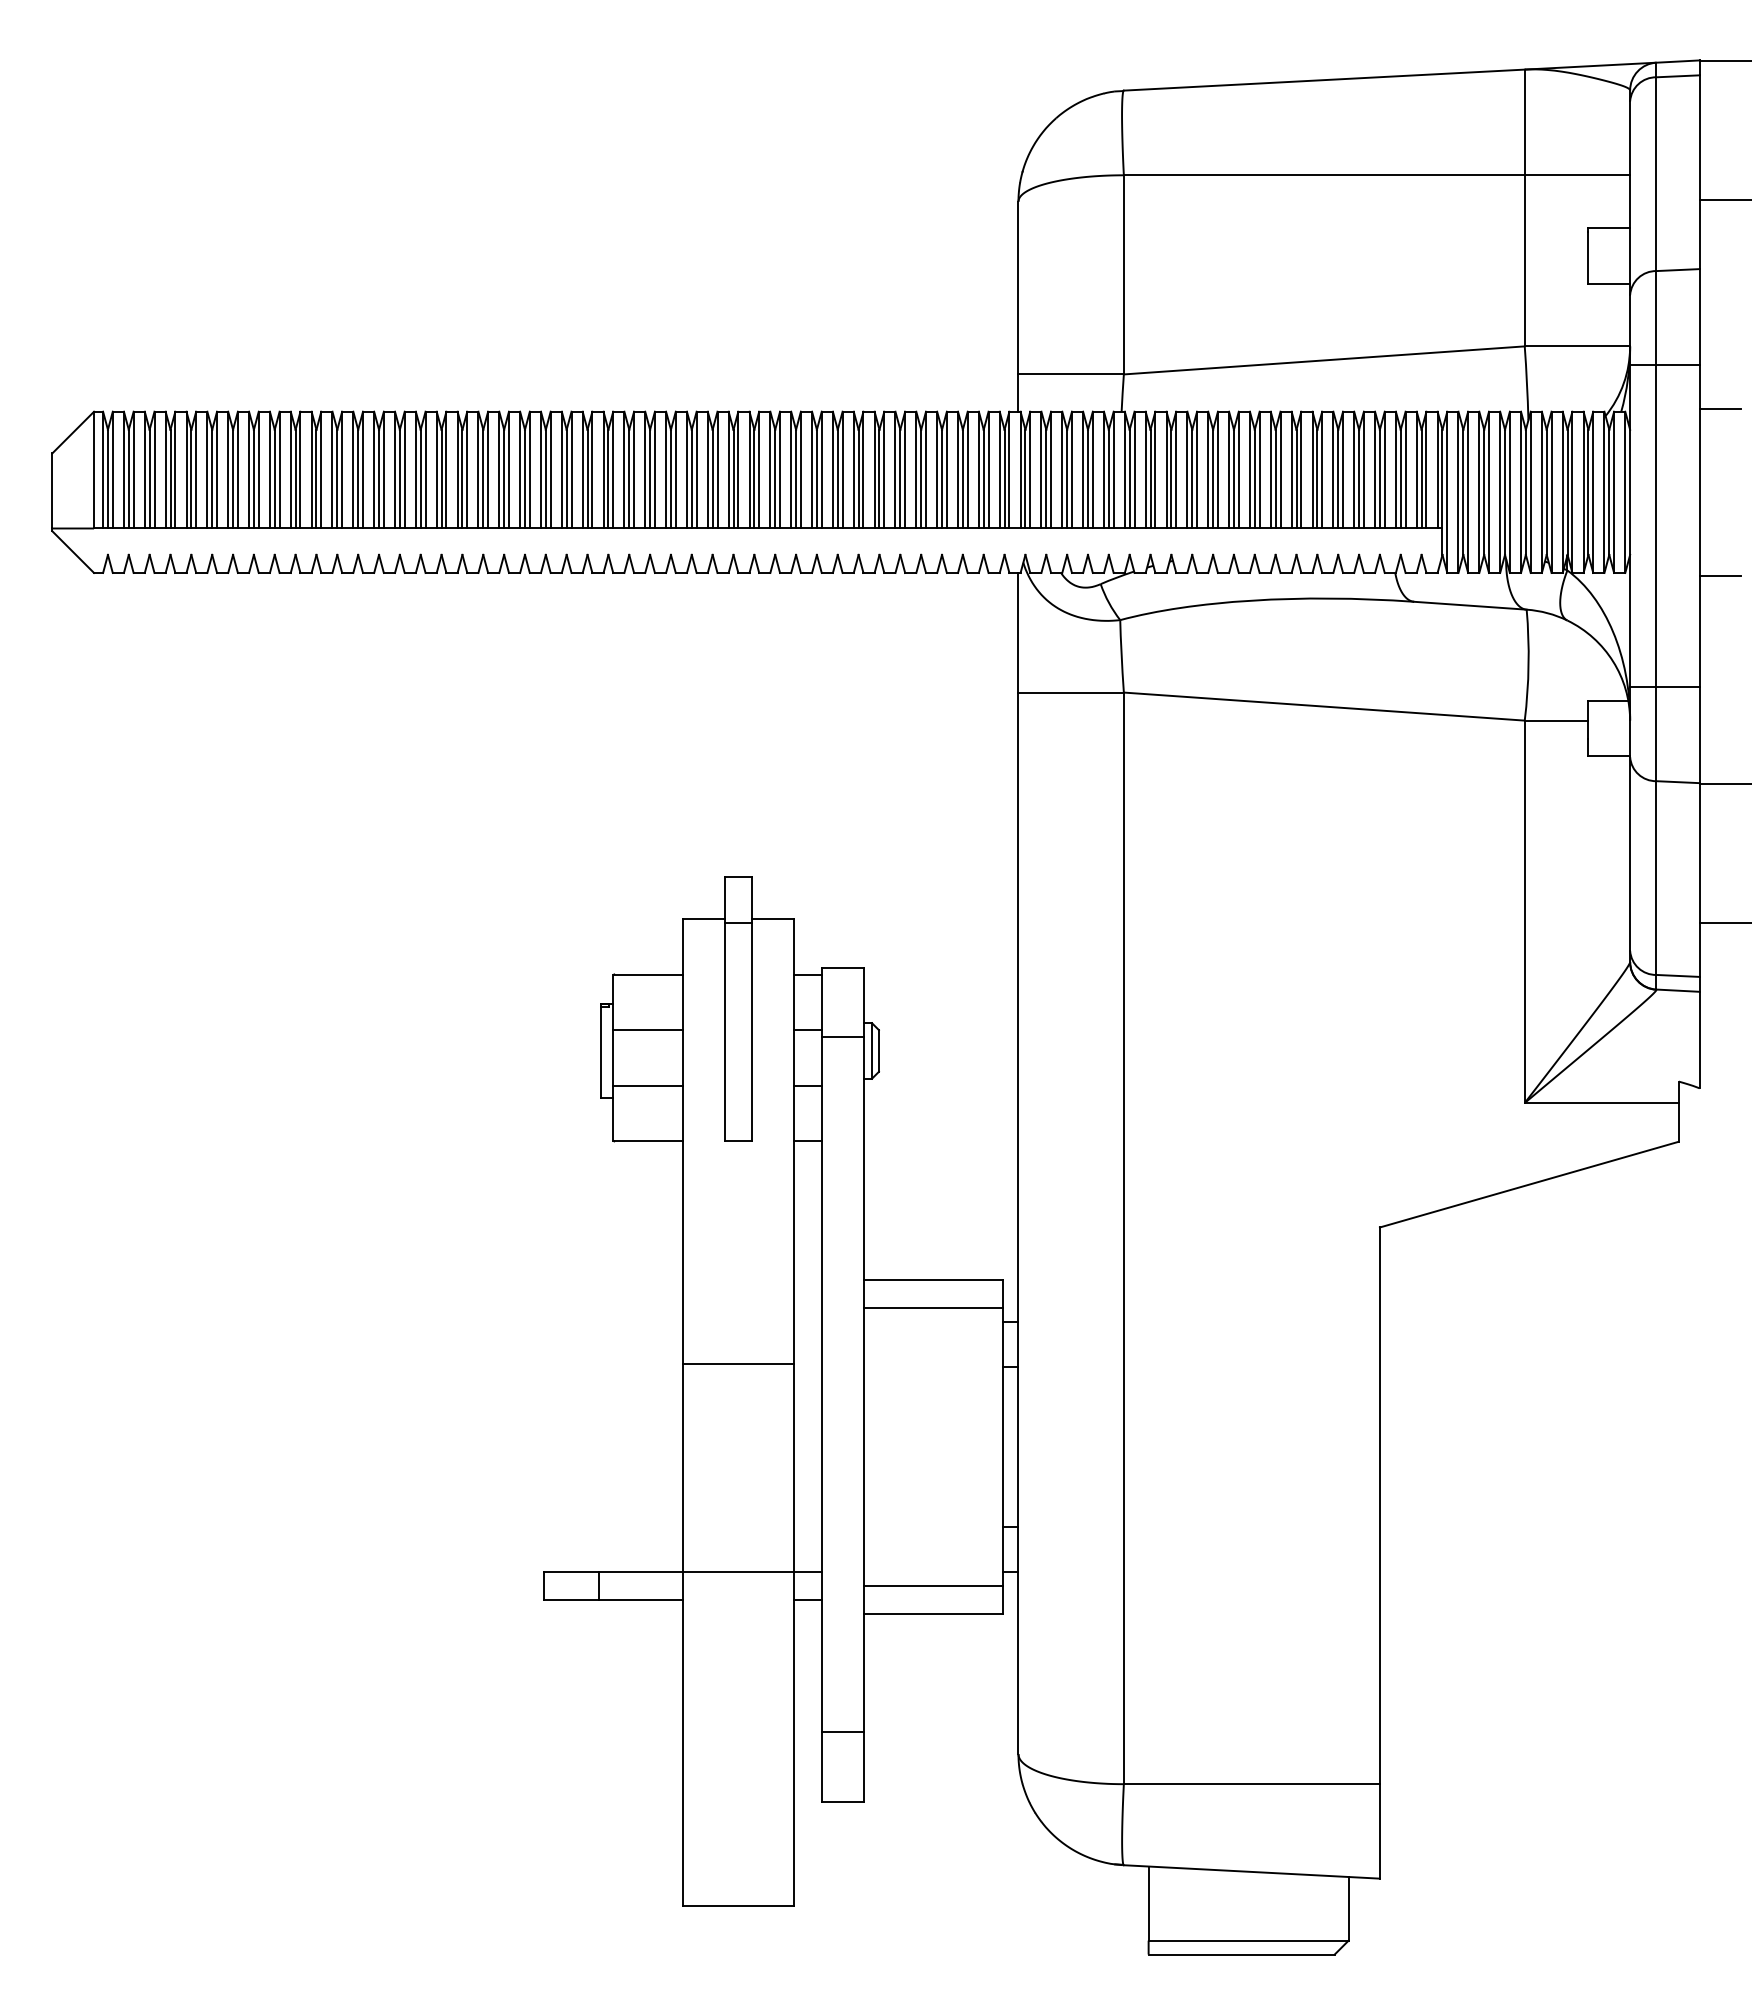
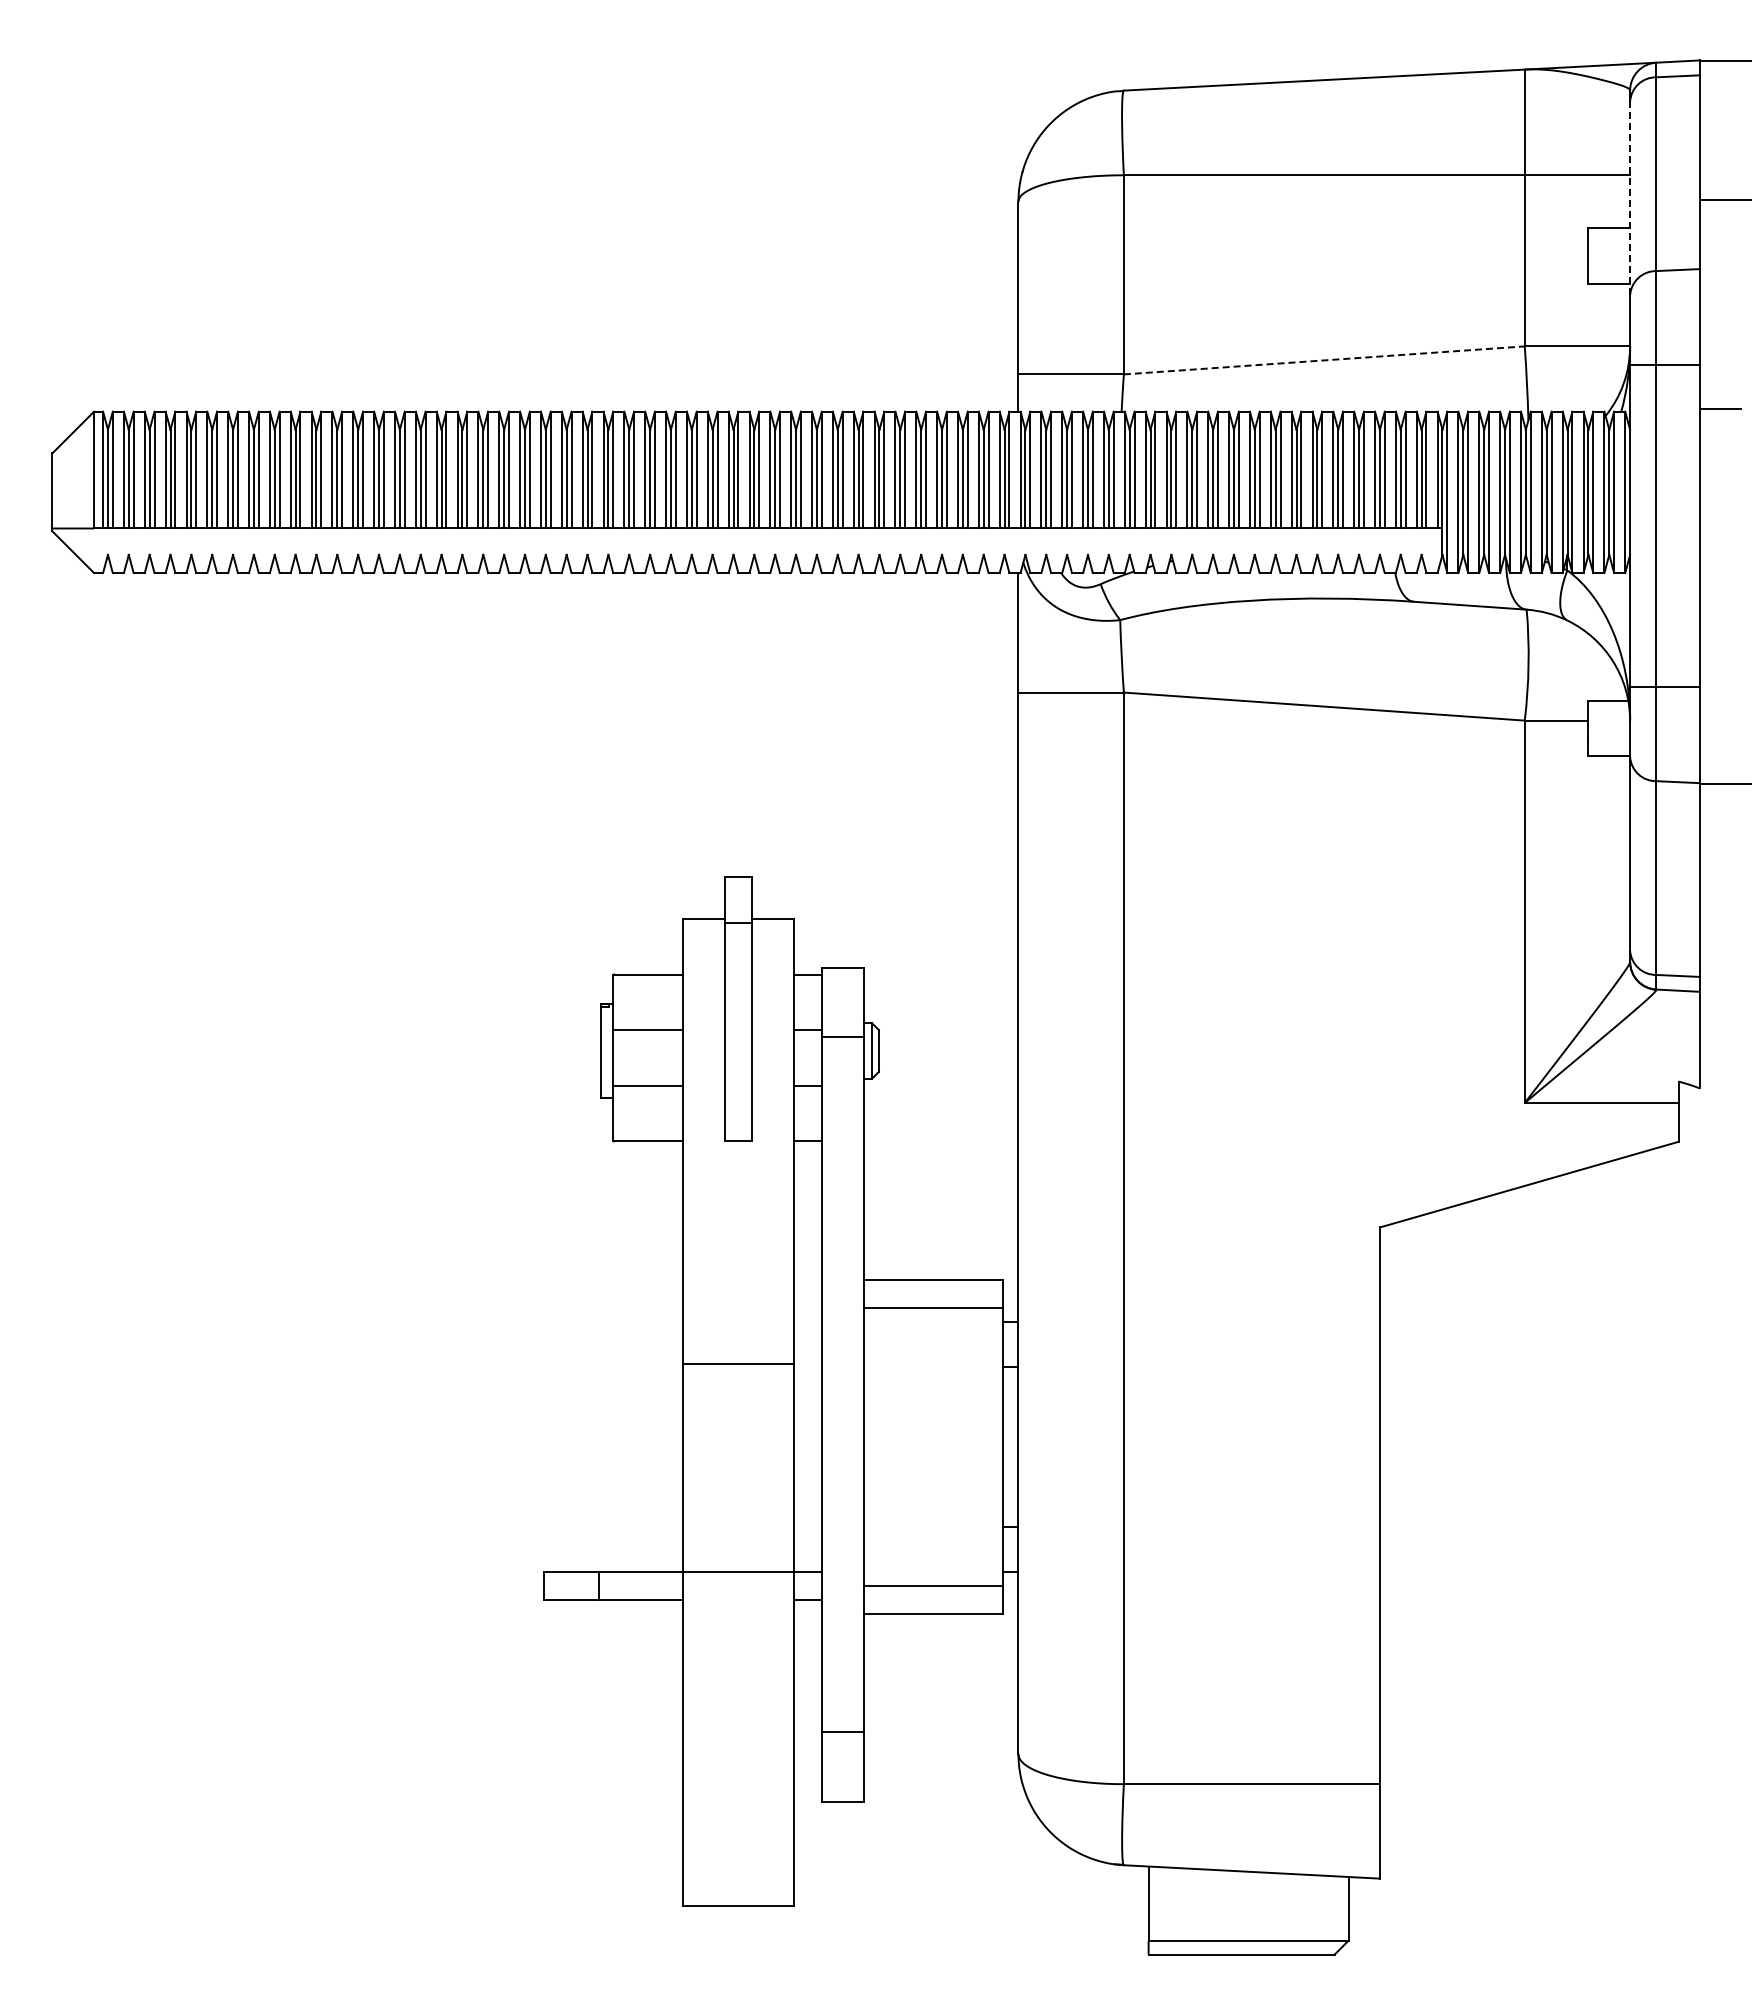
line at (1630, 198): solid -> dashed
line at (1324, 360): solid -> dashed
line at (1720, 575): present -> none
line at (1723, 923): present -> none
